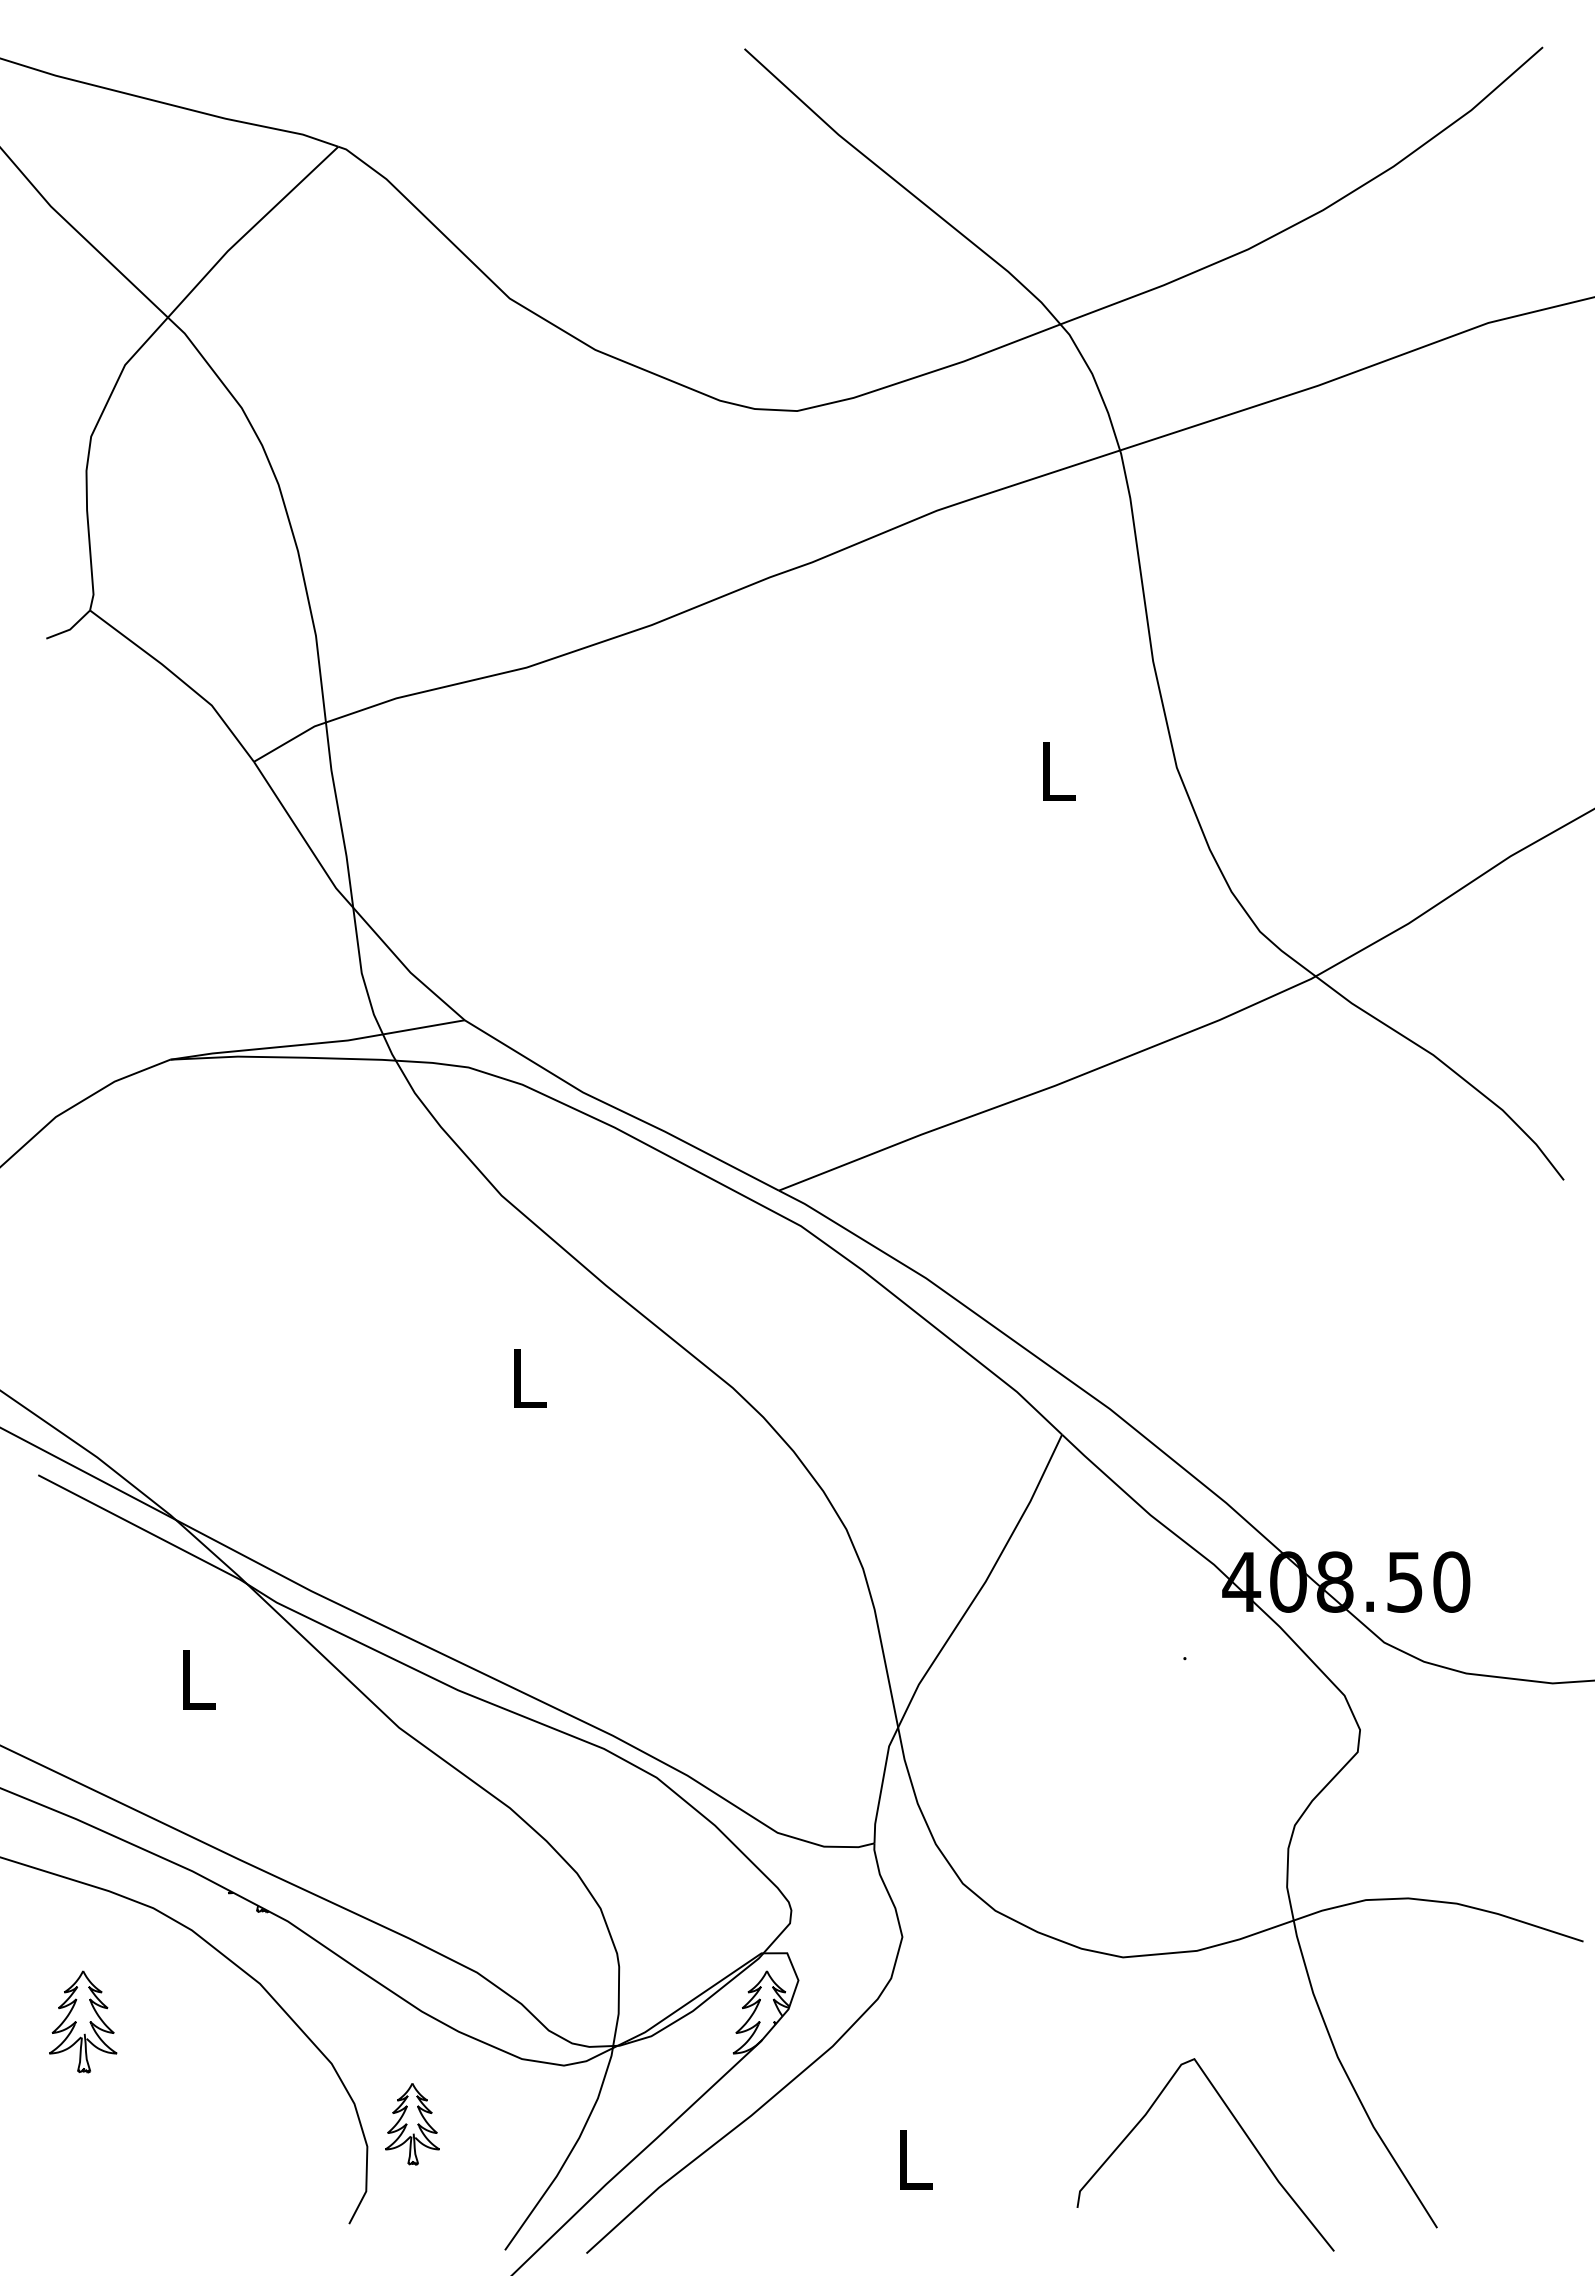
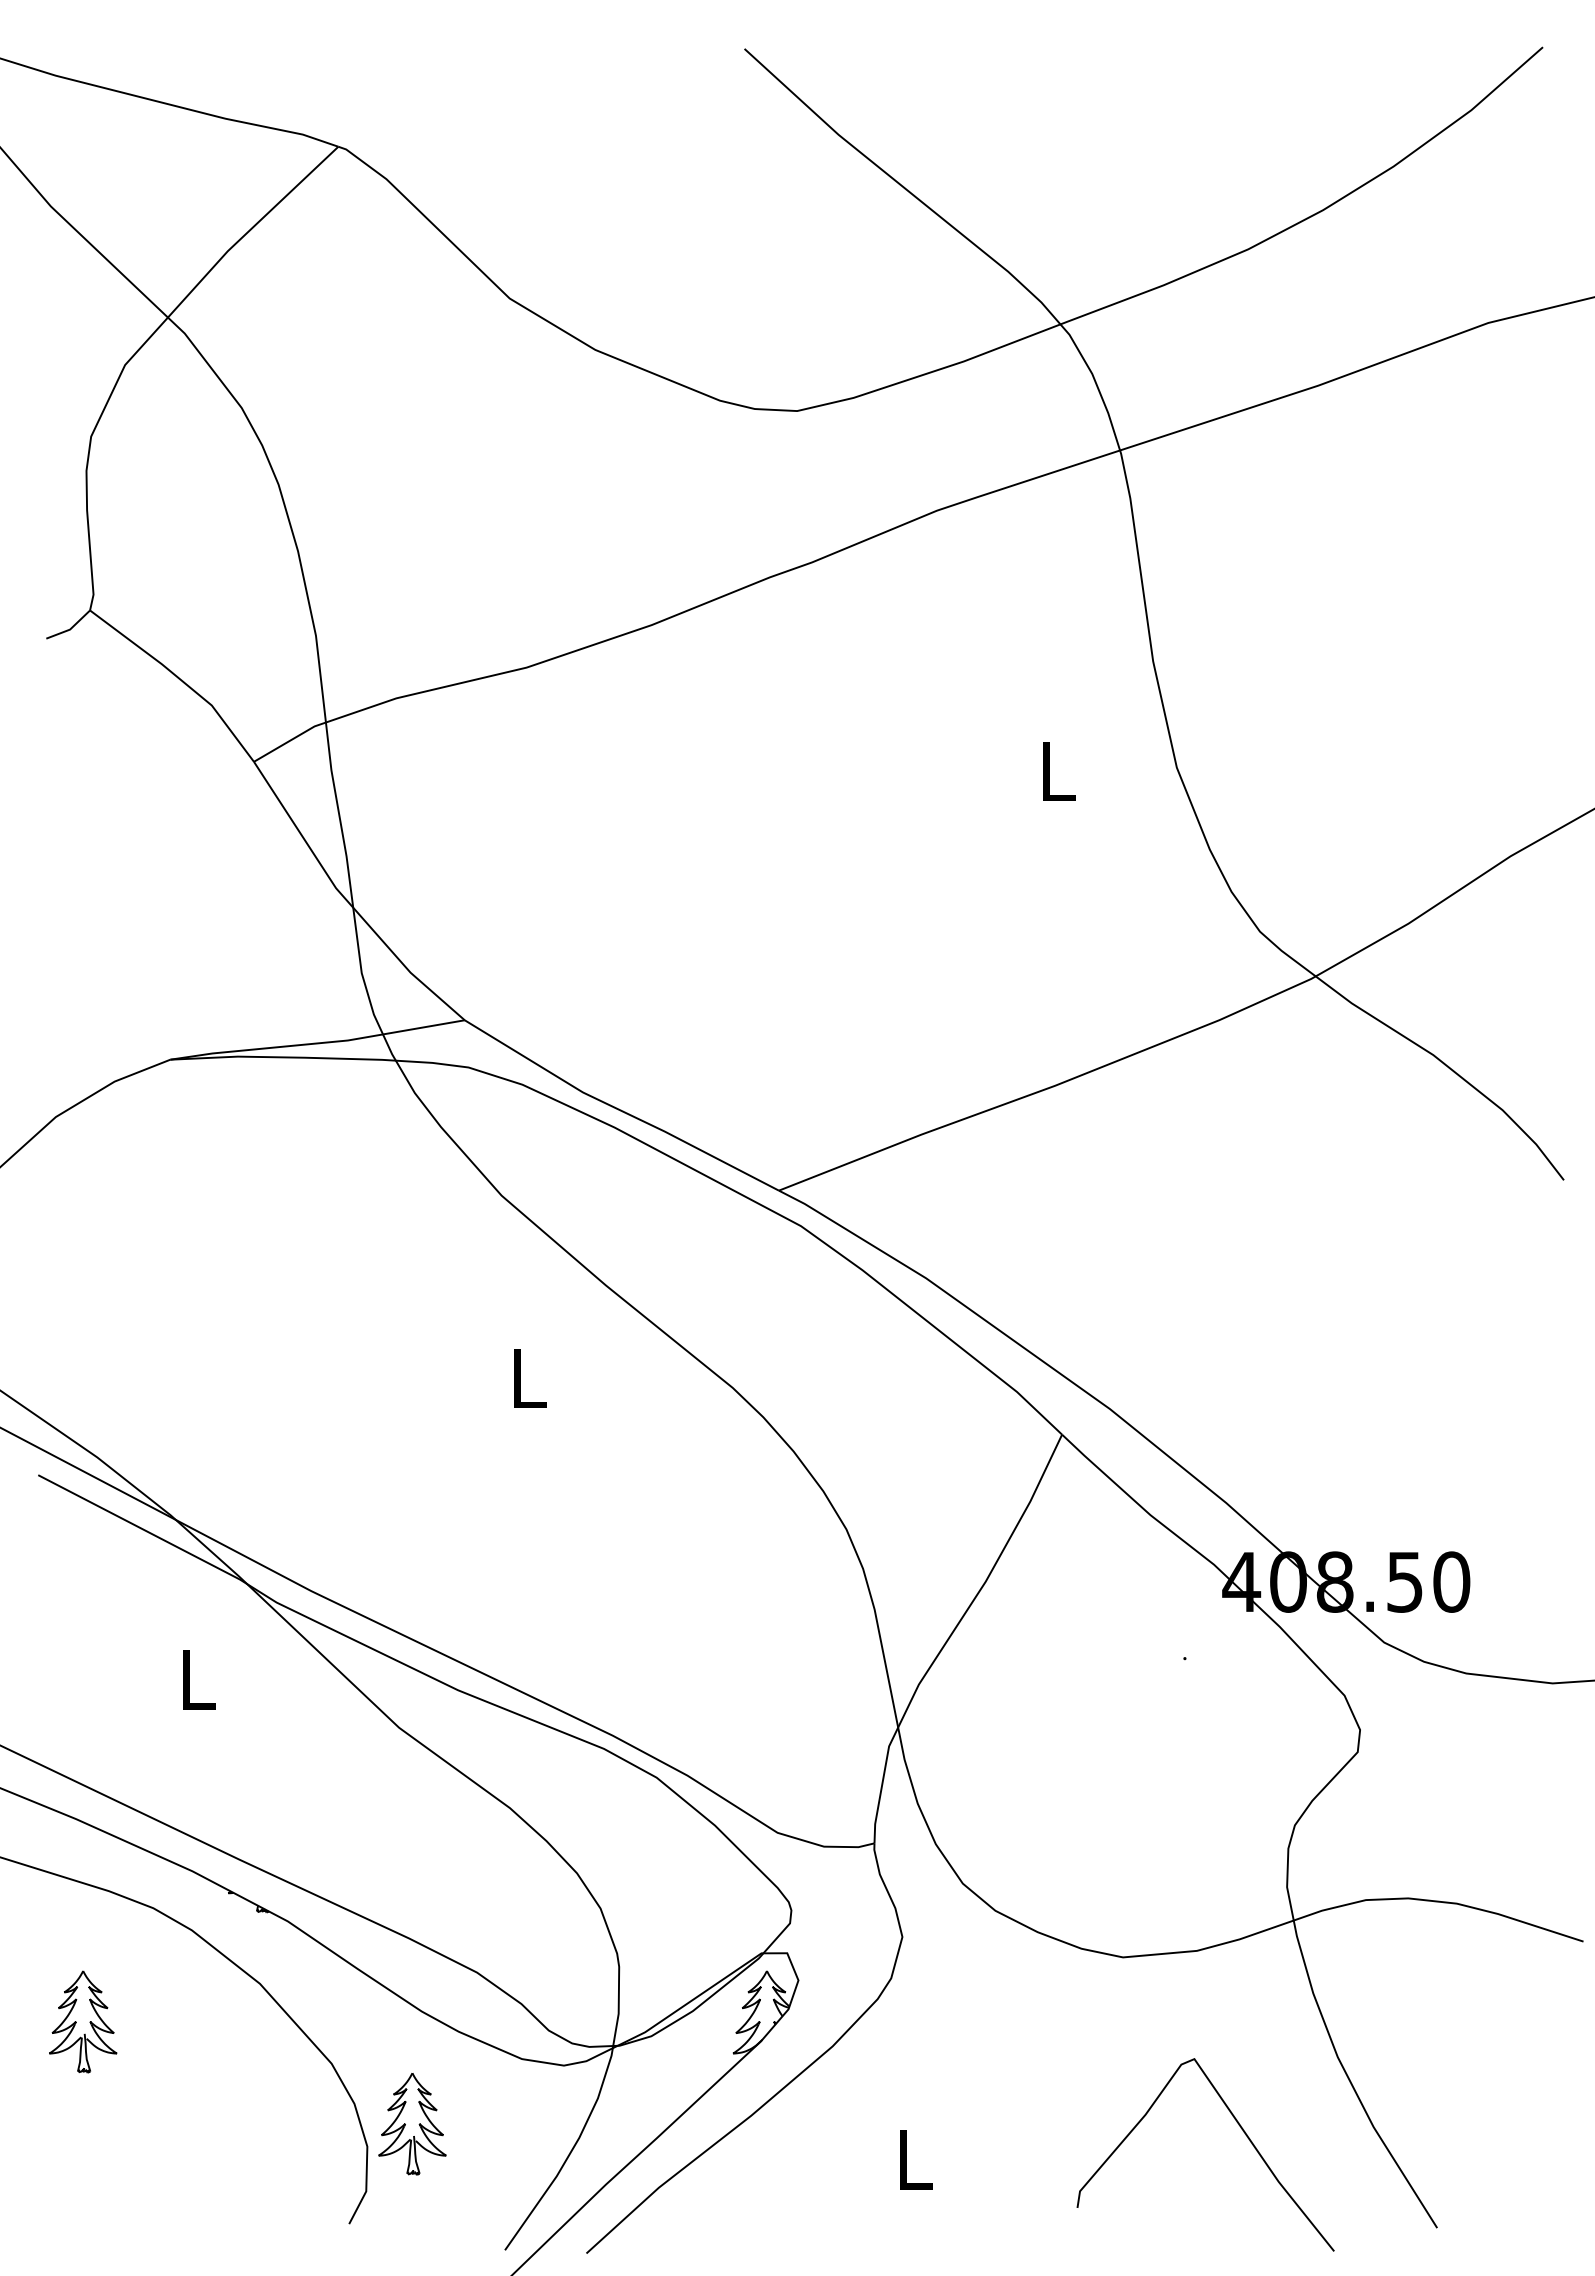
part at (412, 2124) size: 55x83 px -> 69x103 px
